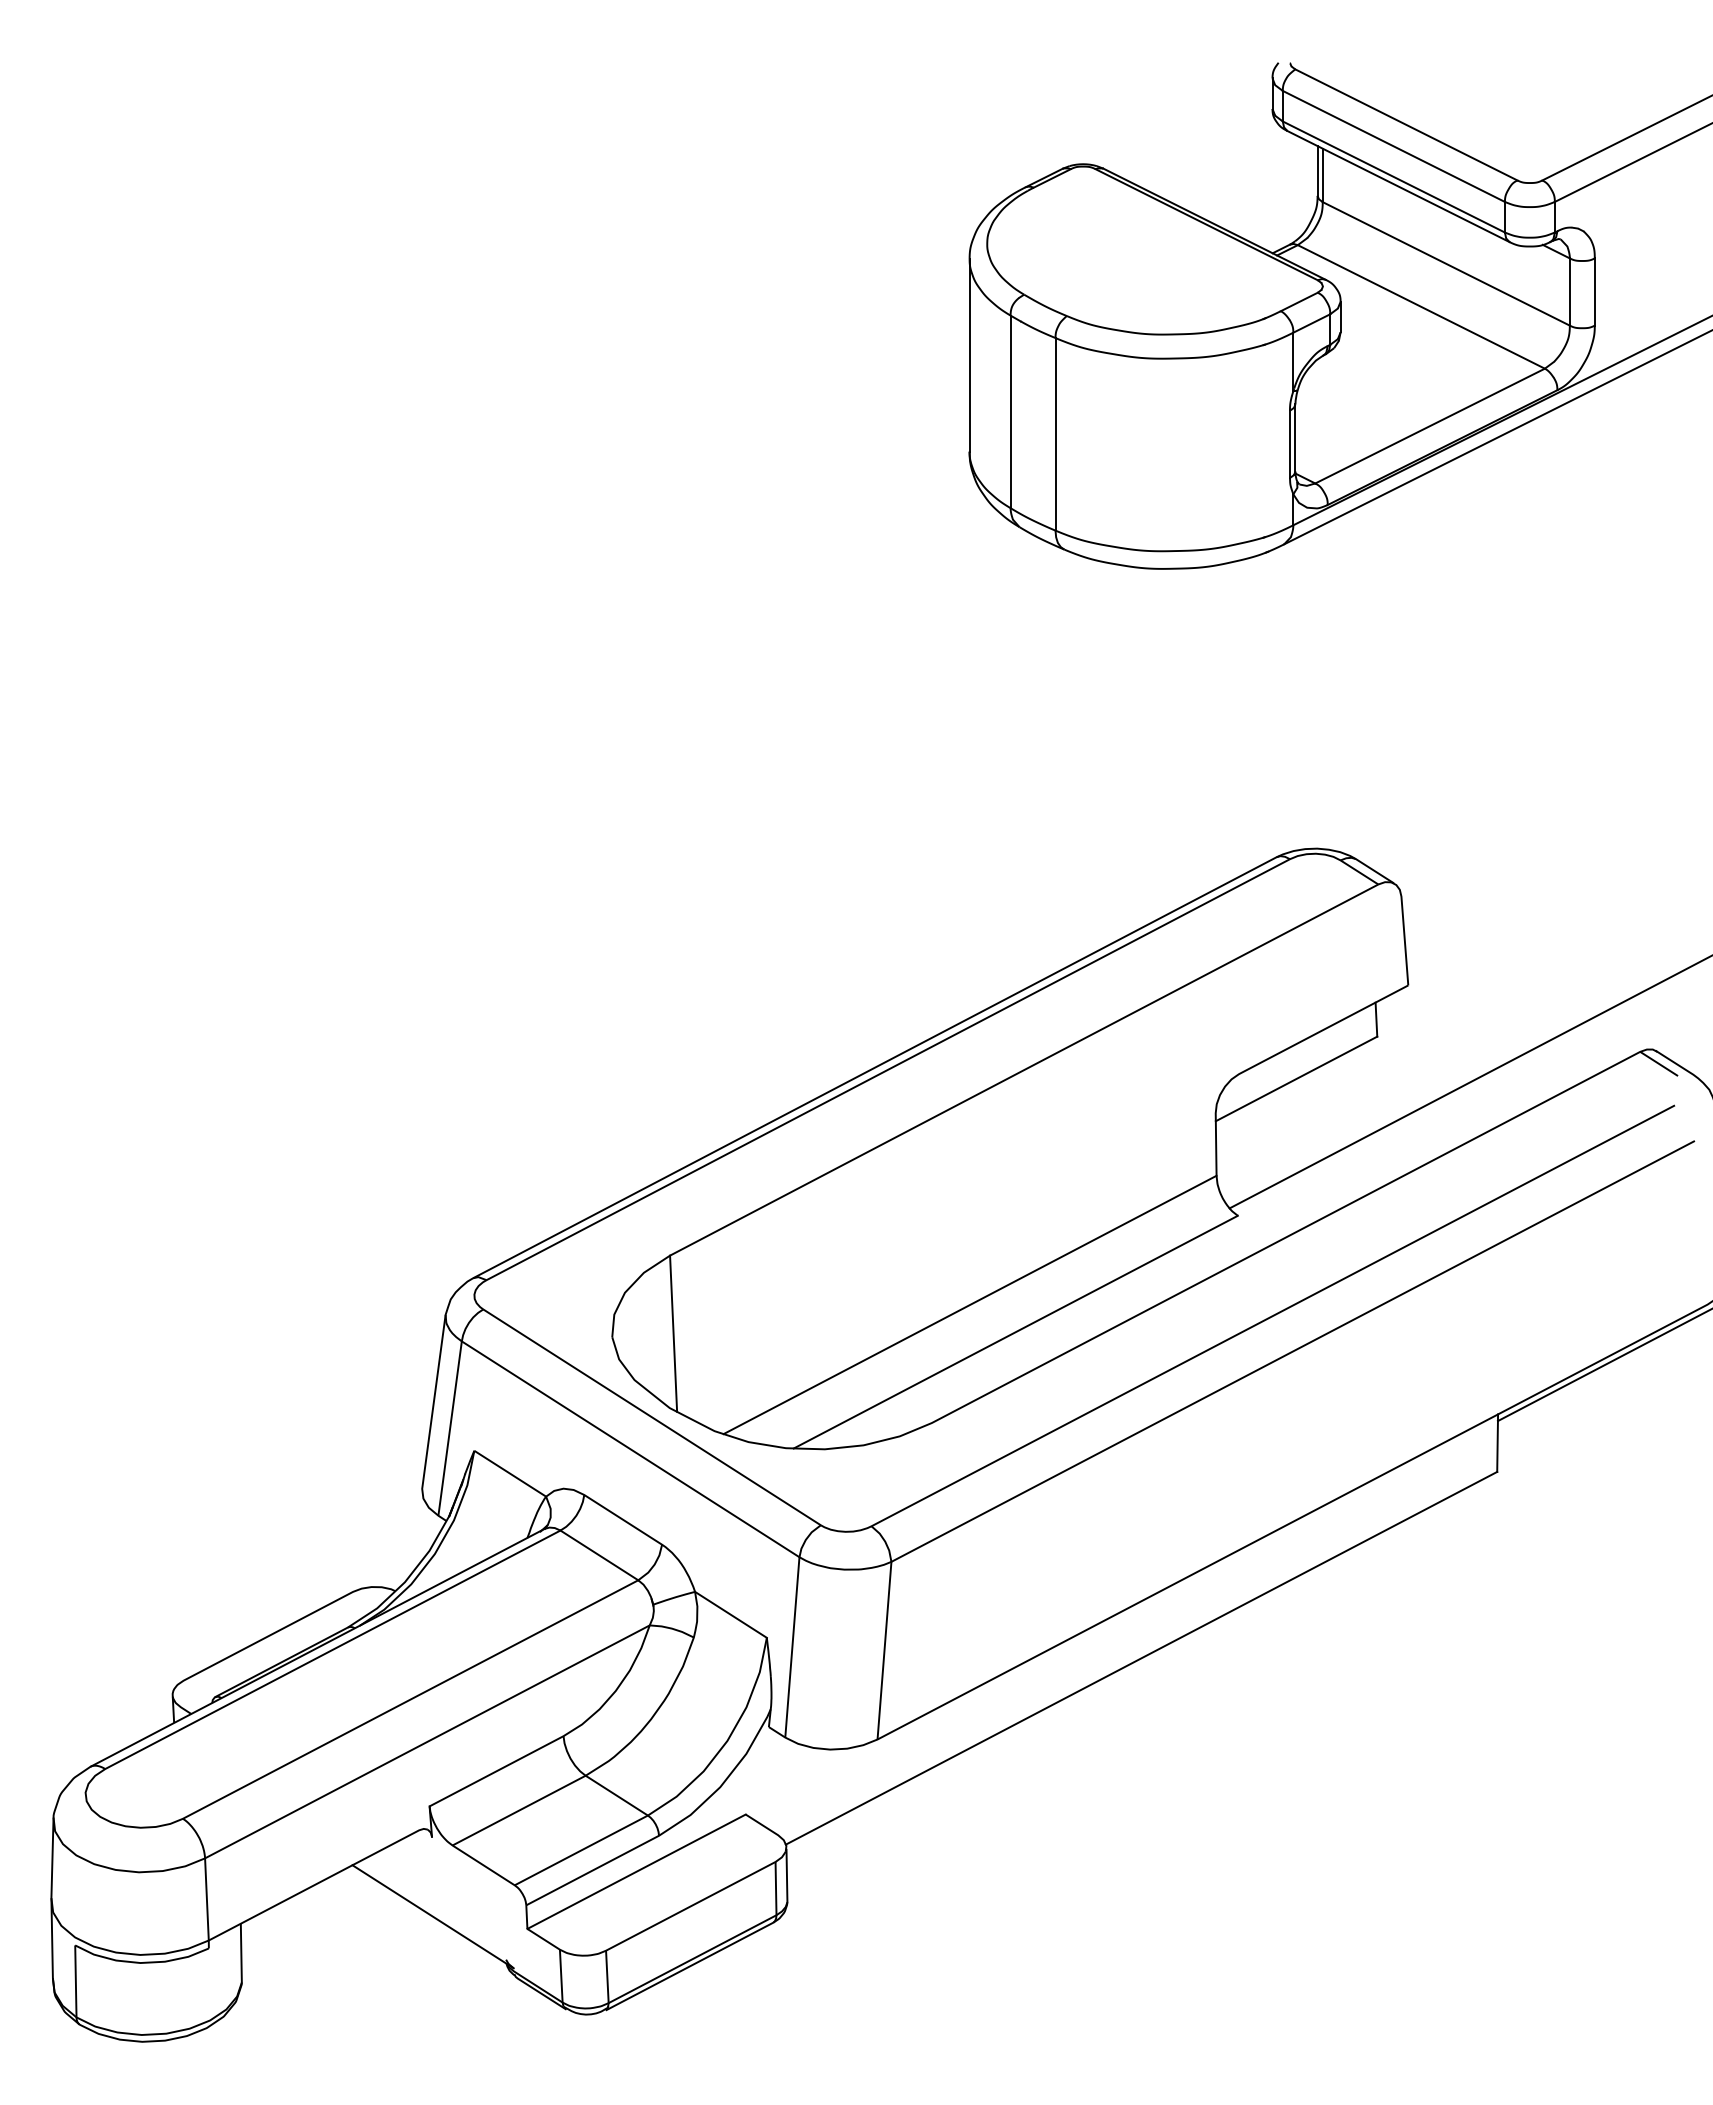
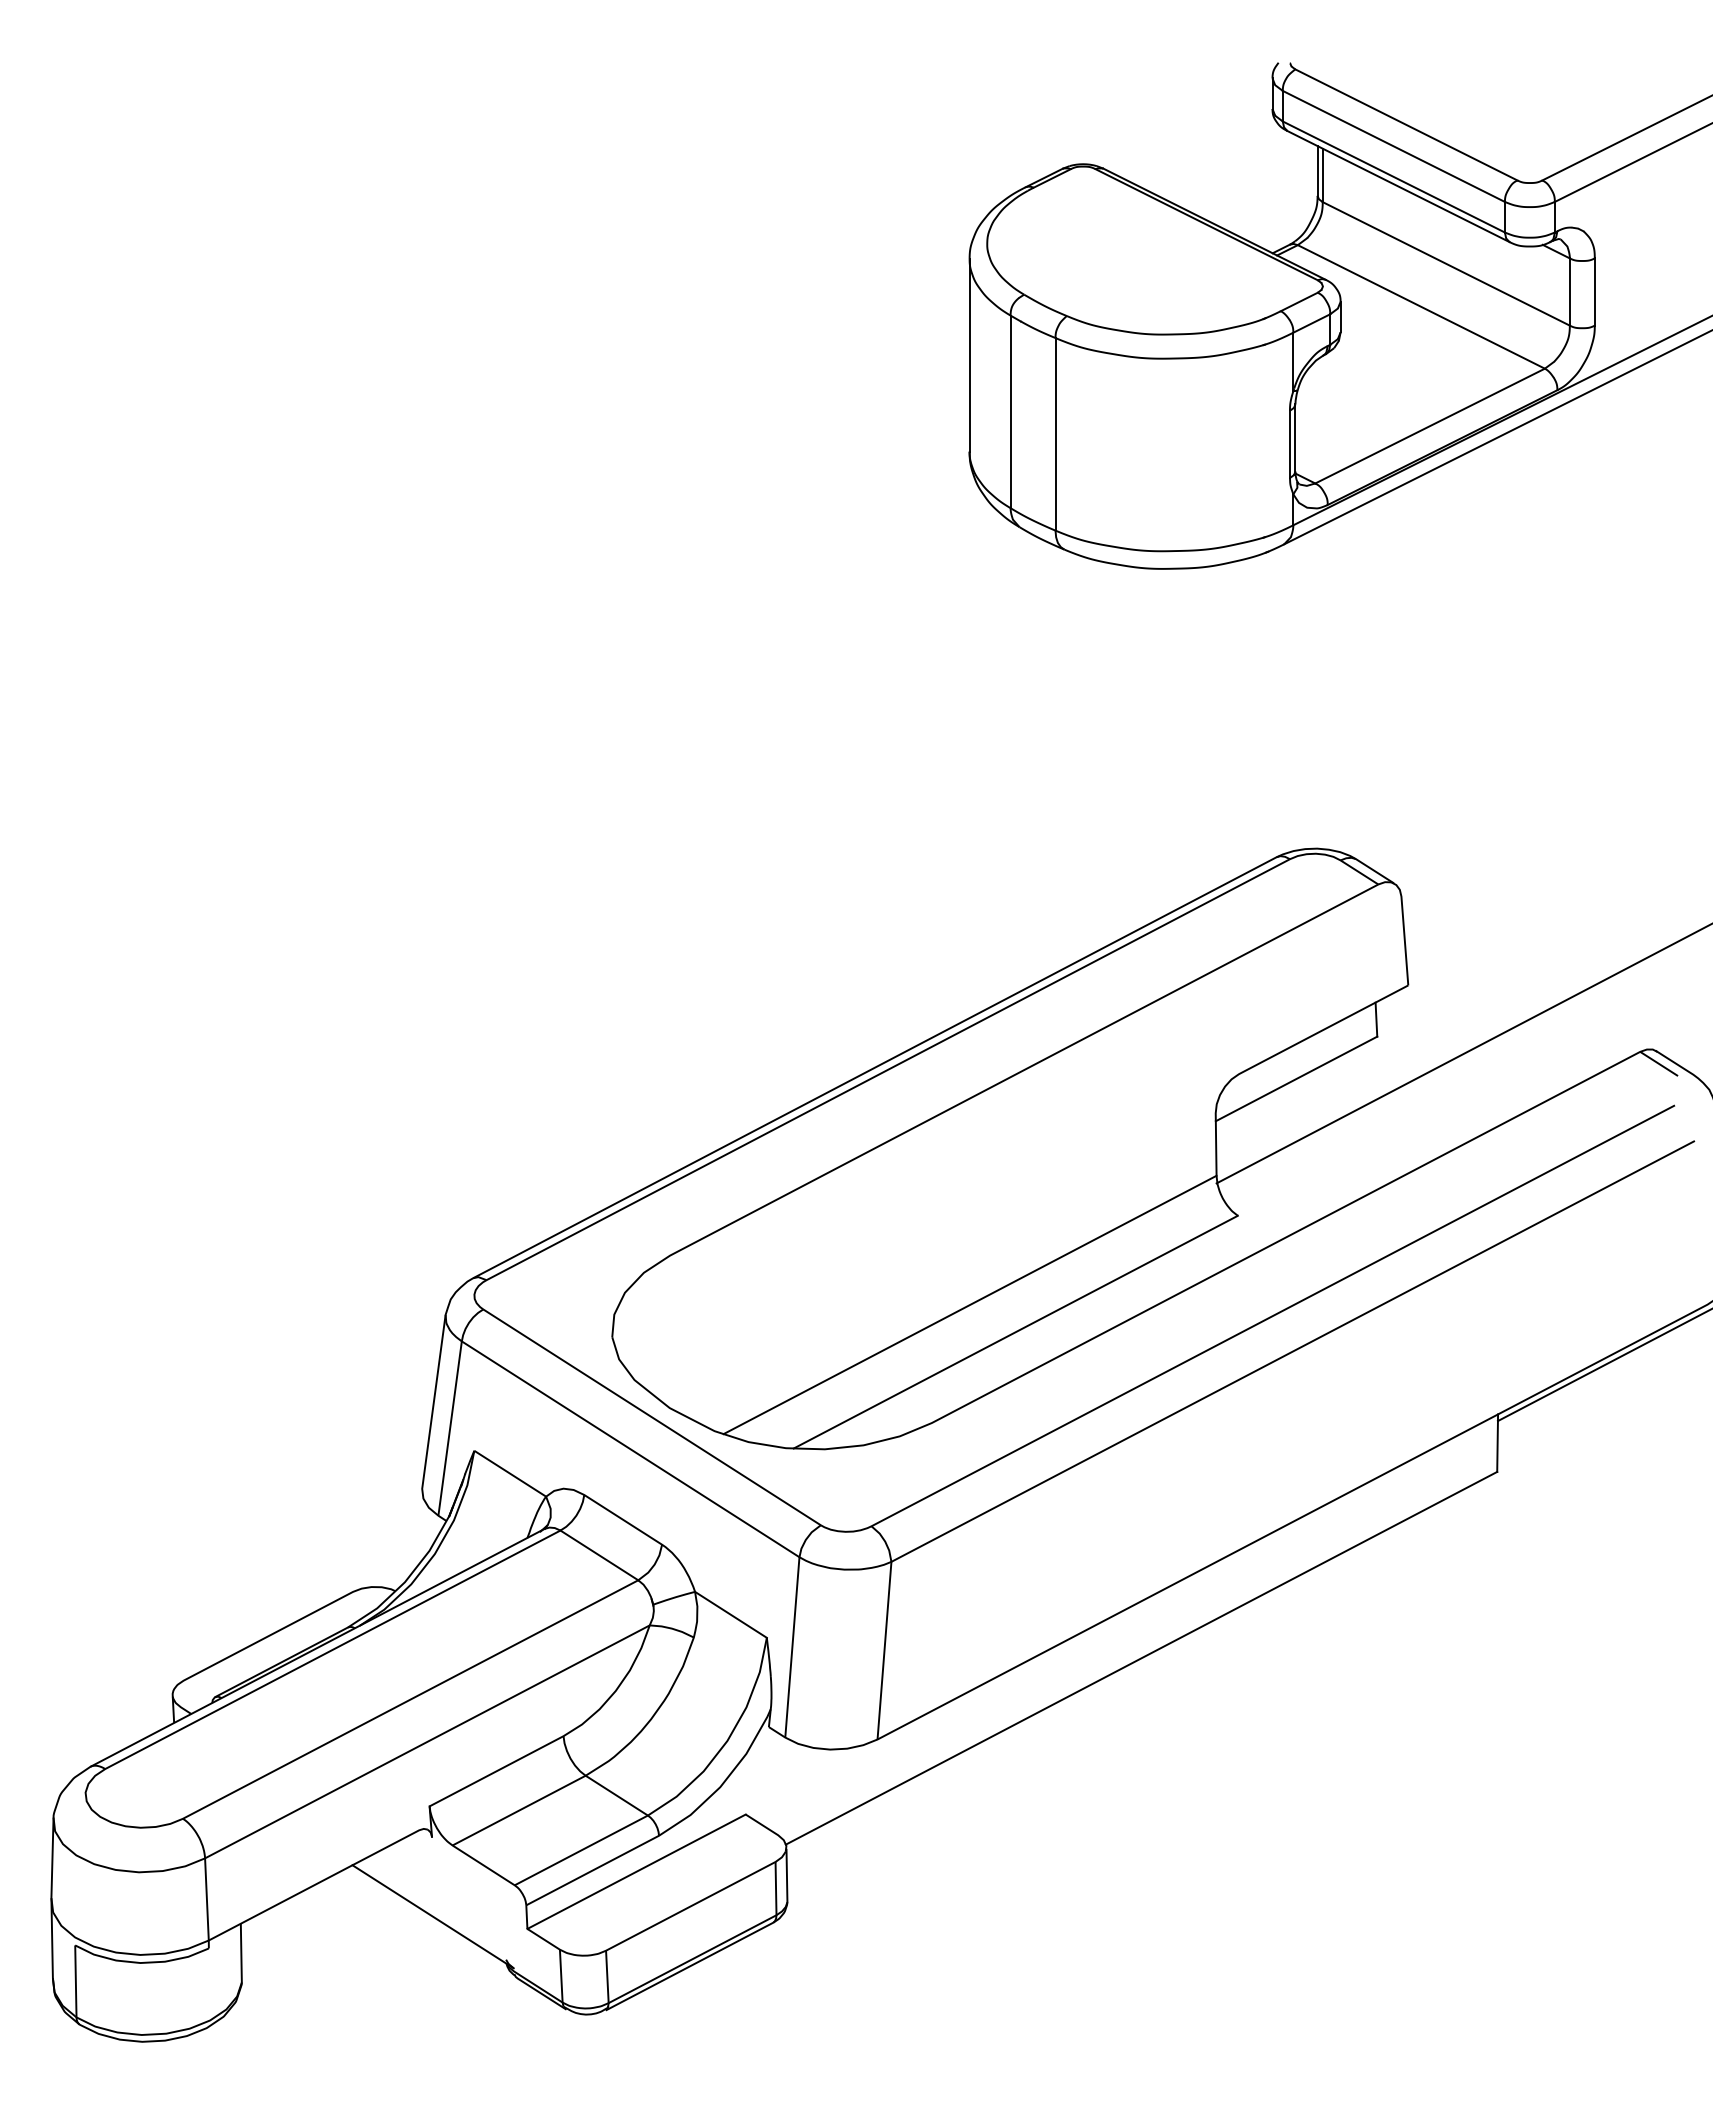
line at (1469, 1082) position: (1469, 1082) -> (1462, 1054)
line at (673, 1333): present -> none
